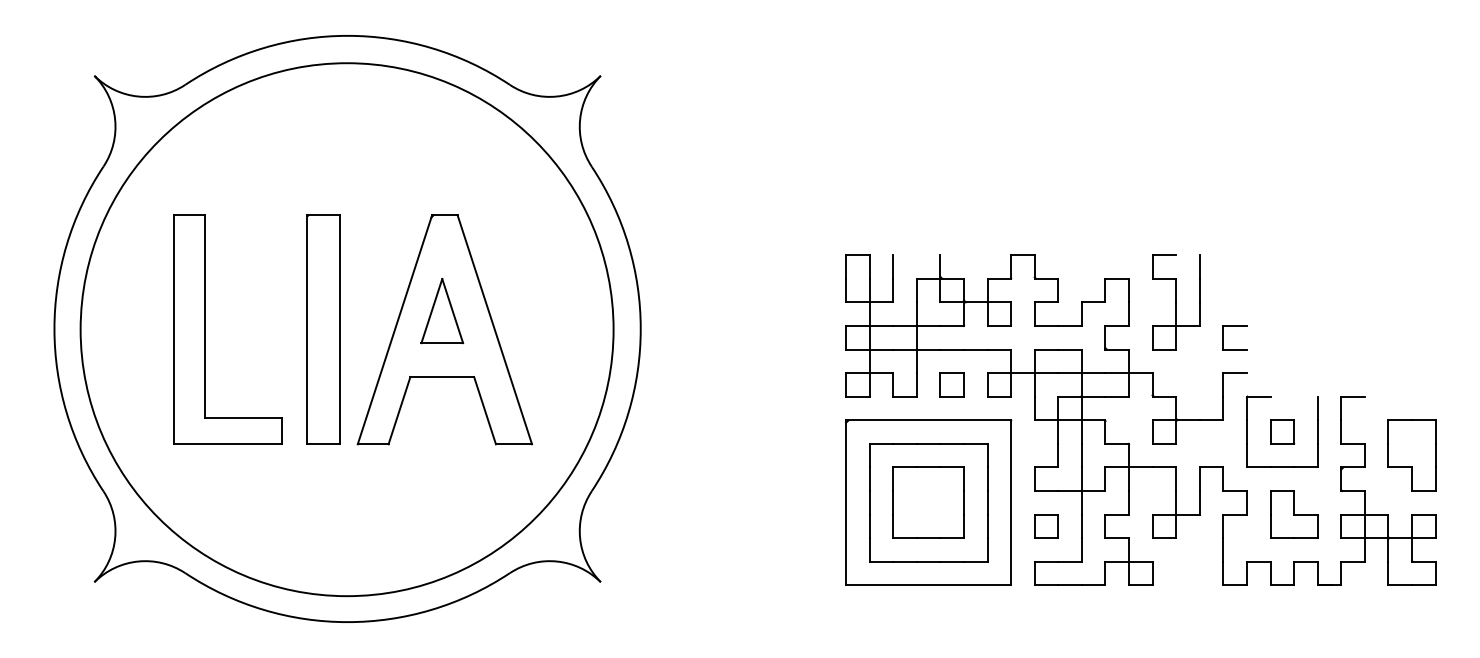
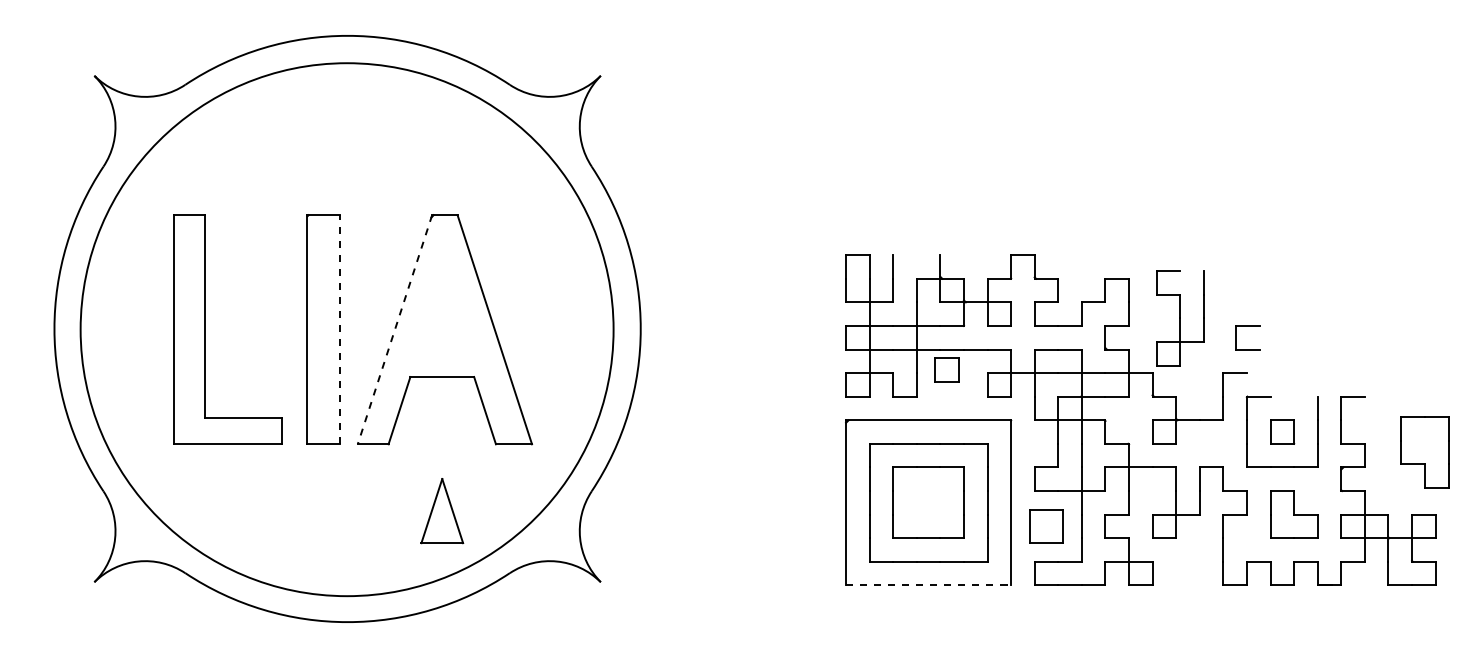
part at (1176, 302) position: (1176, 302) -> (1180, 318)
part at (442, 311) position: (442, 311) -> (442, 511)
part at (1234, 326) position: (1234, 326) -> (1247, 326)
line at (340, 329): solid -> dashed
line at (394, 330): solid -> dashed
part at (951, 384) position: (951, 384) -> (946, 369)
part at (1411, 455) position: (1411, 455) -> (1424, 452)
part at (1046, 526) size: 25x25 px -> 35x35 px
line at (928, 585): solid -> dashed
